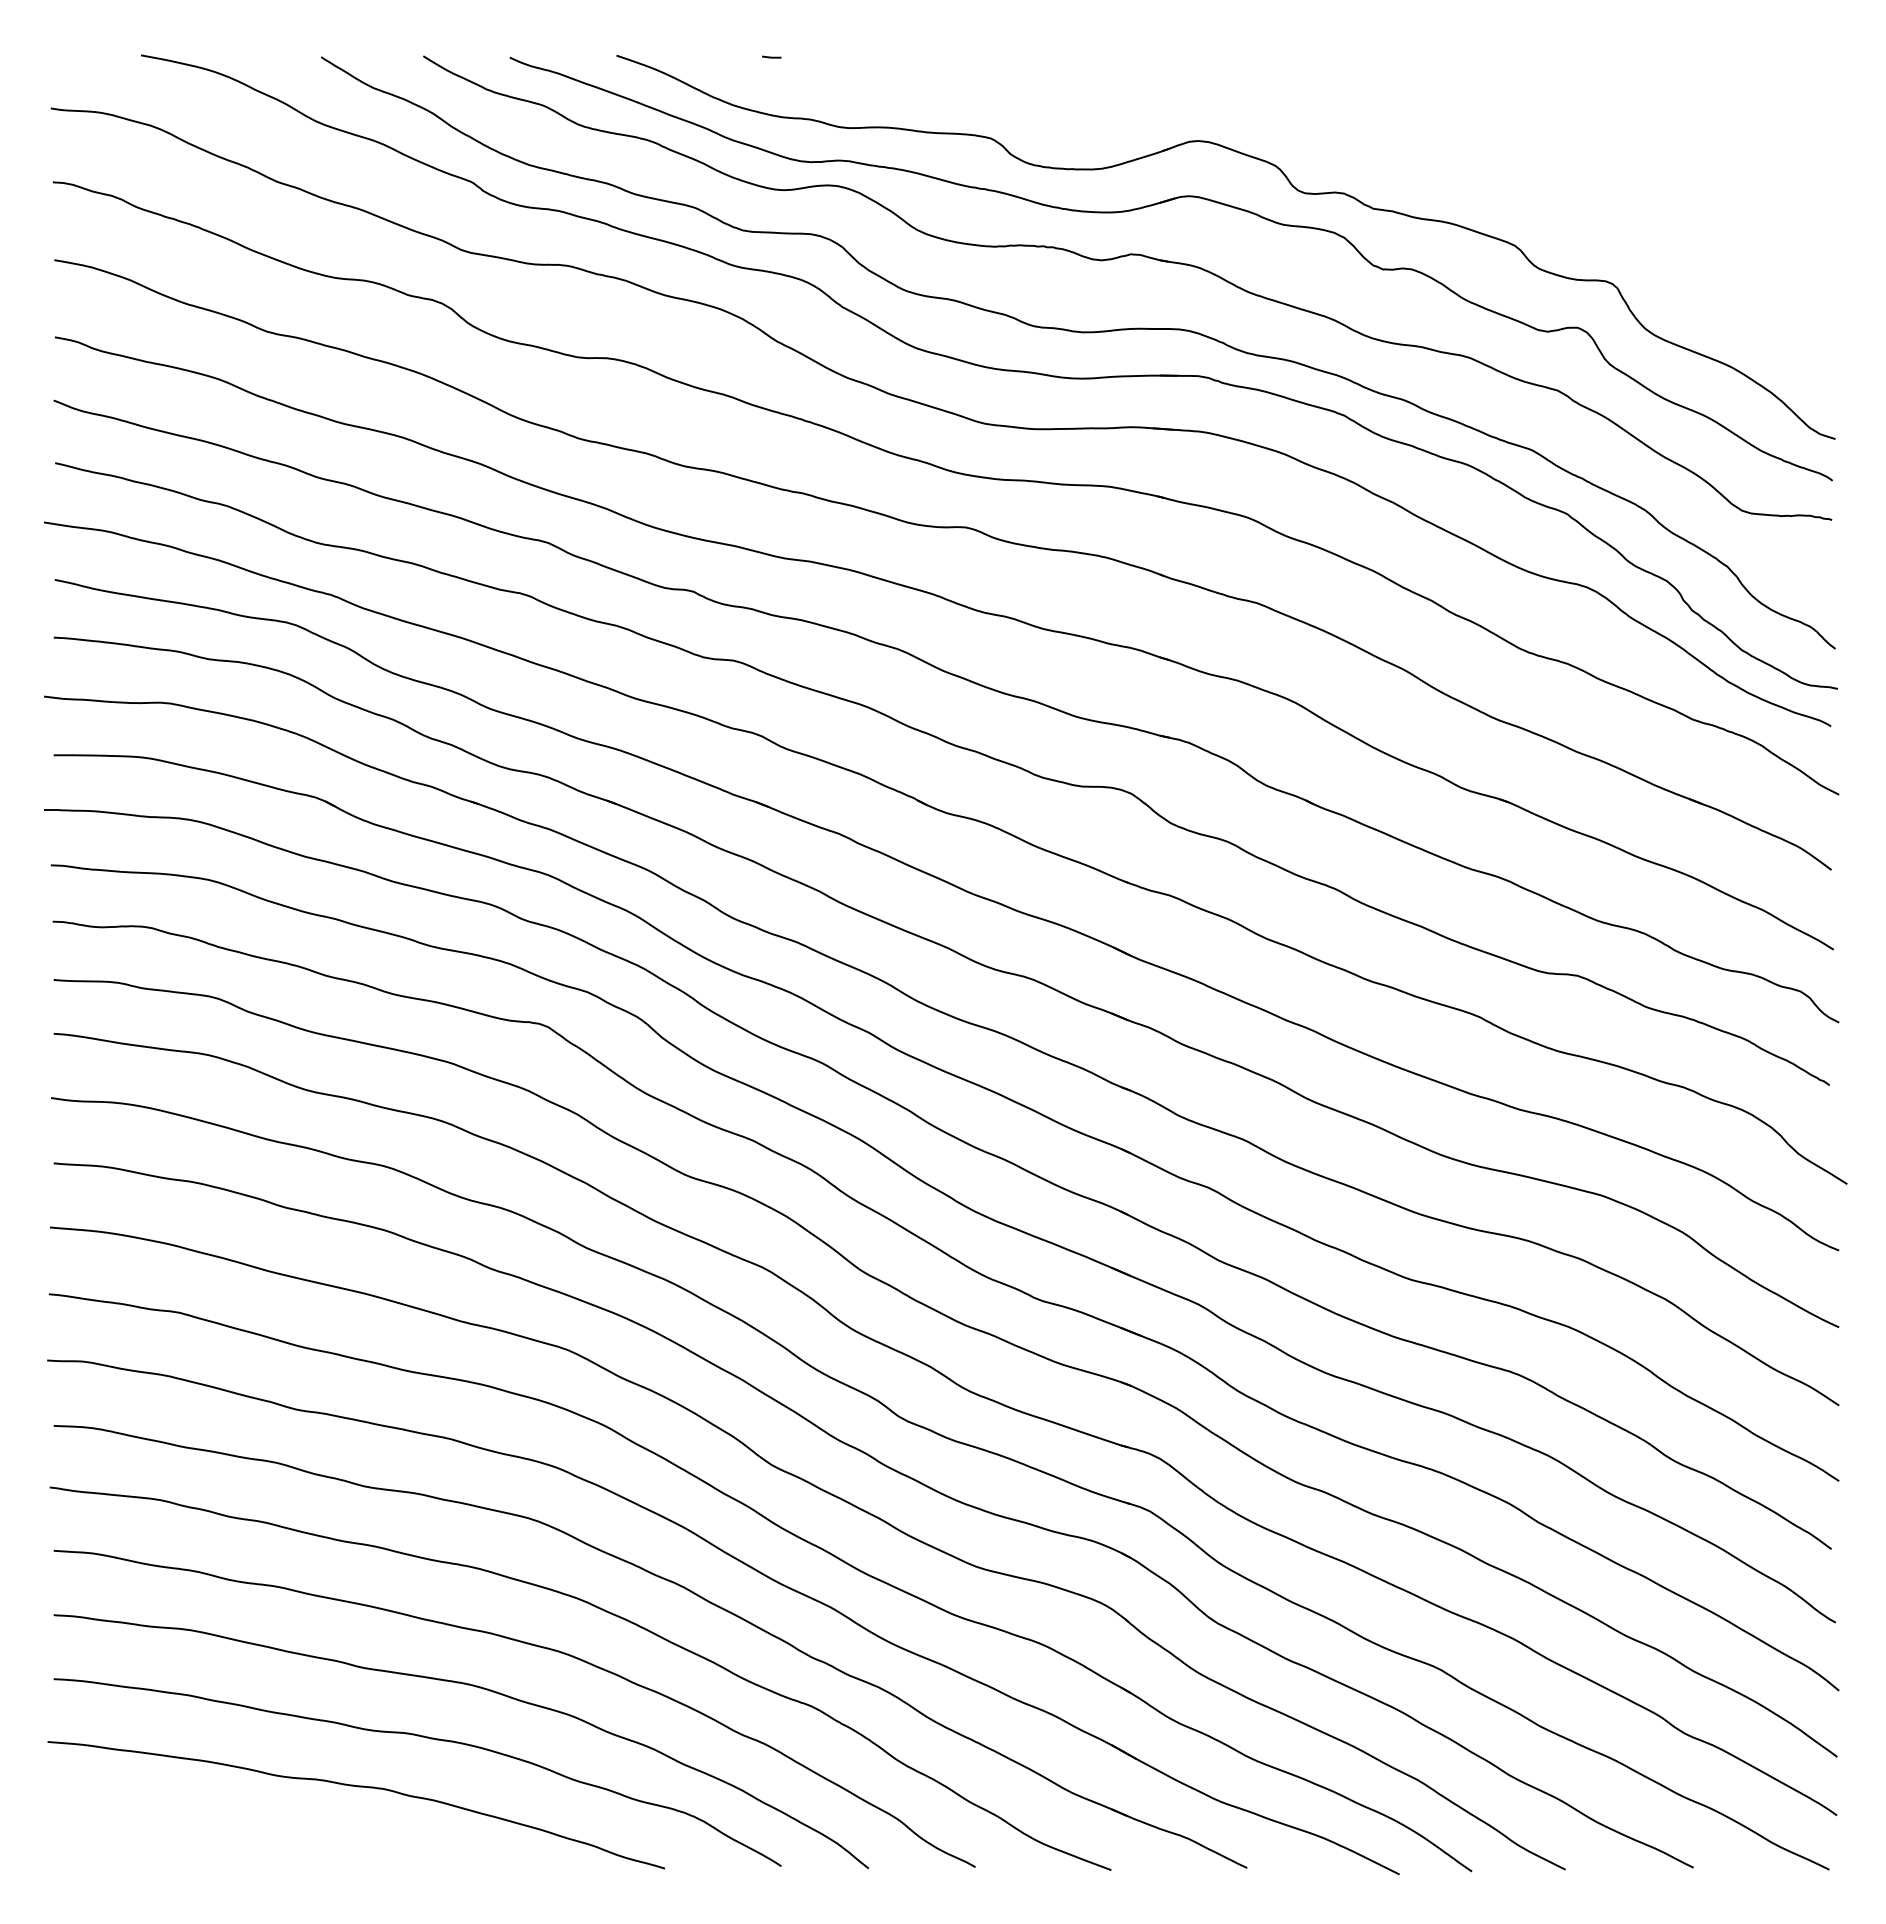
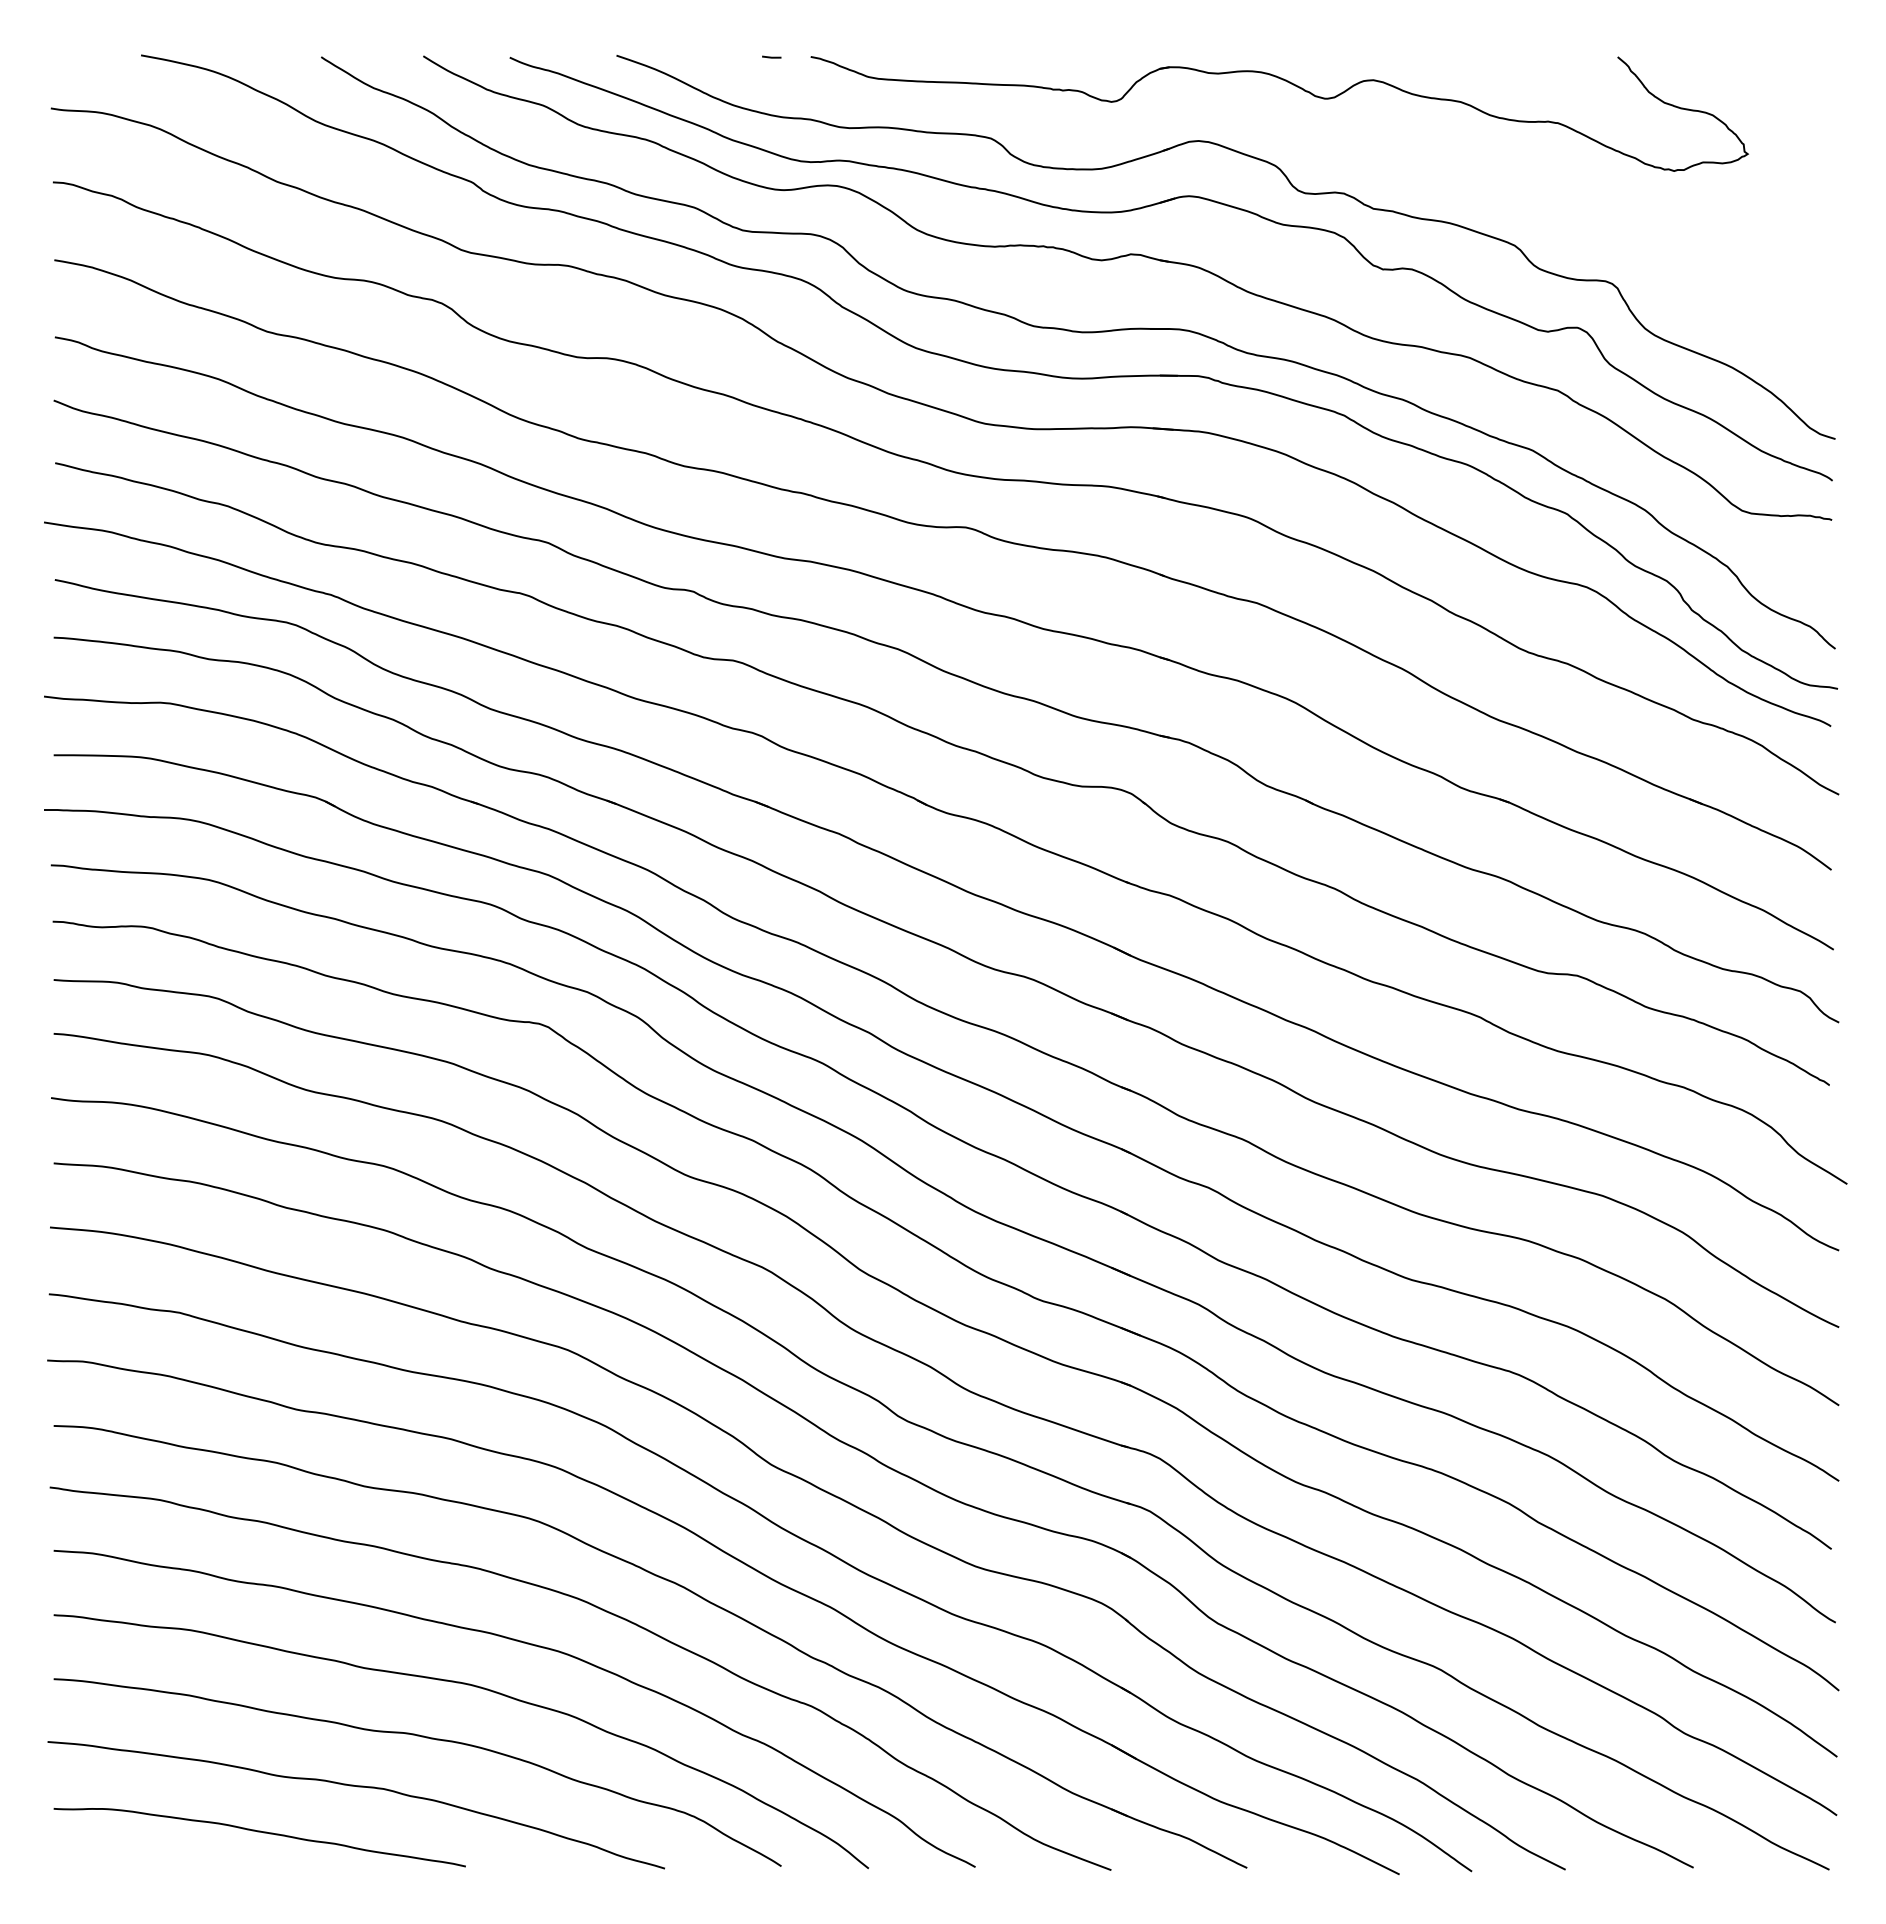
part at (1293, 85): none -> present
curve at (259, 1832): none -> present
